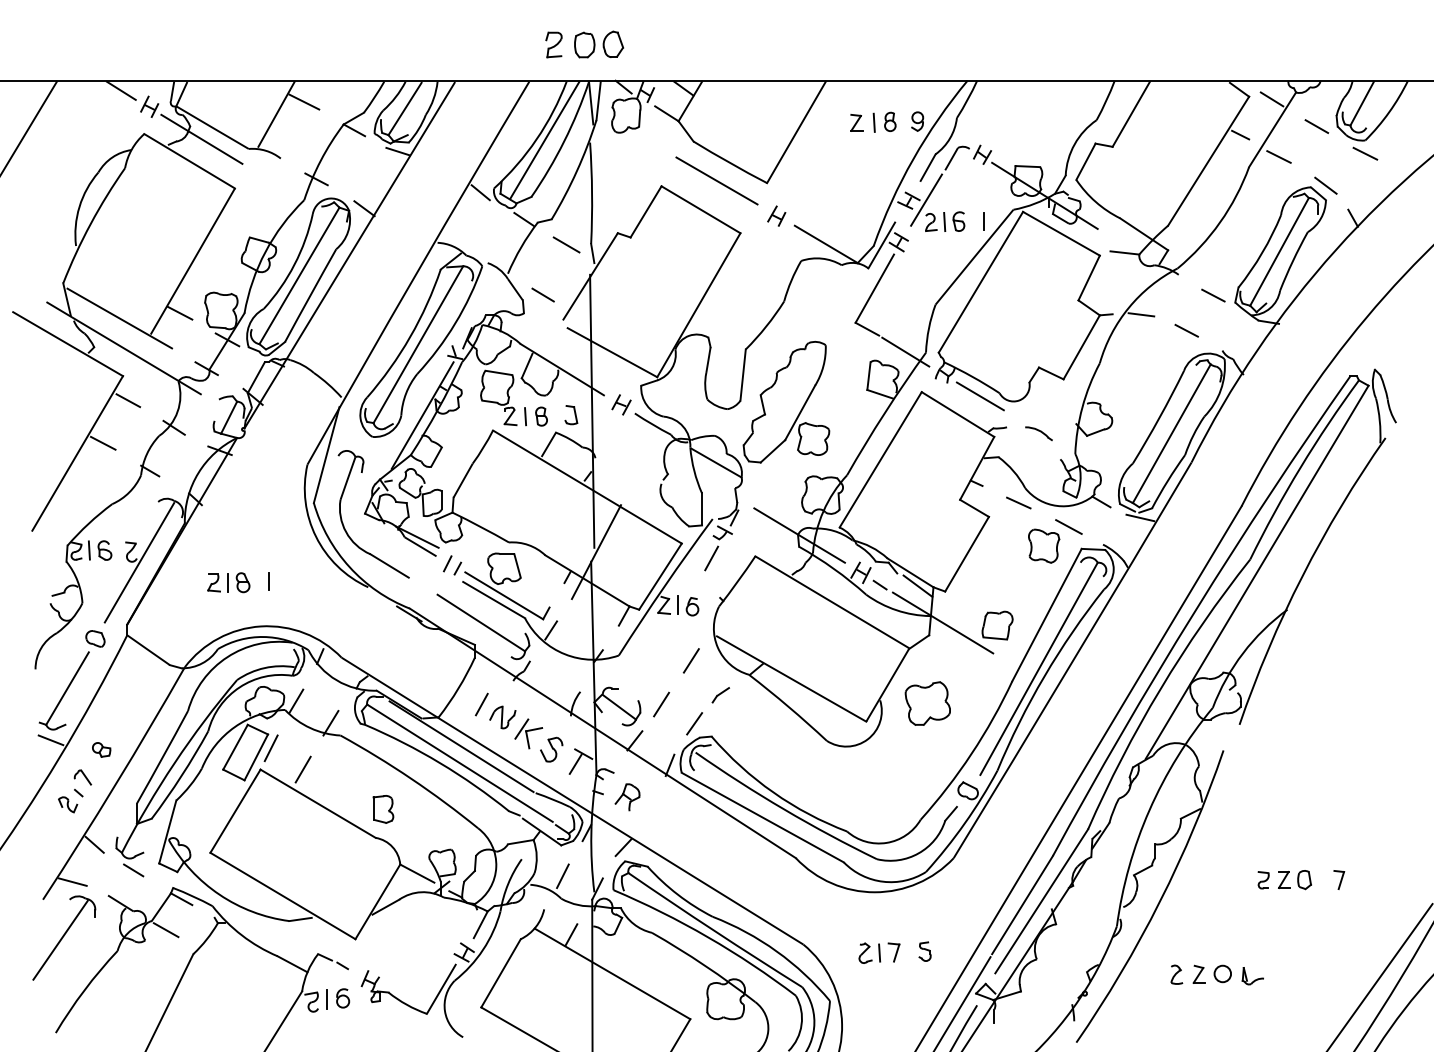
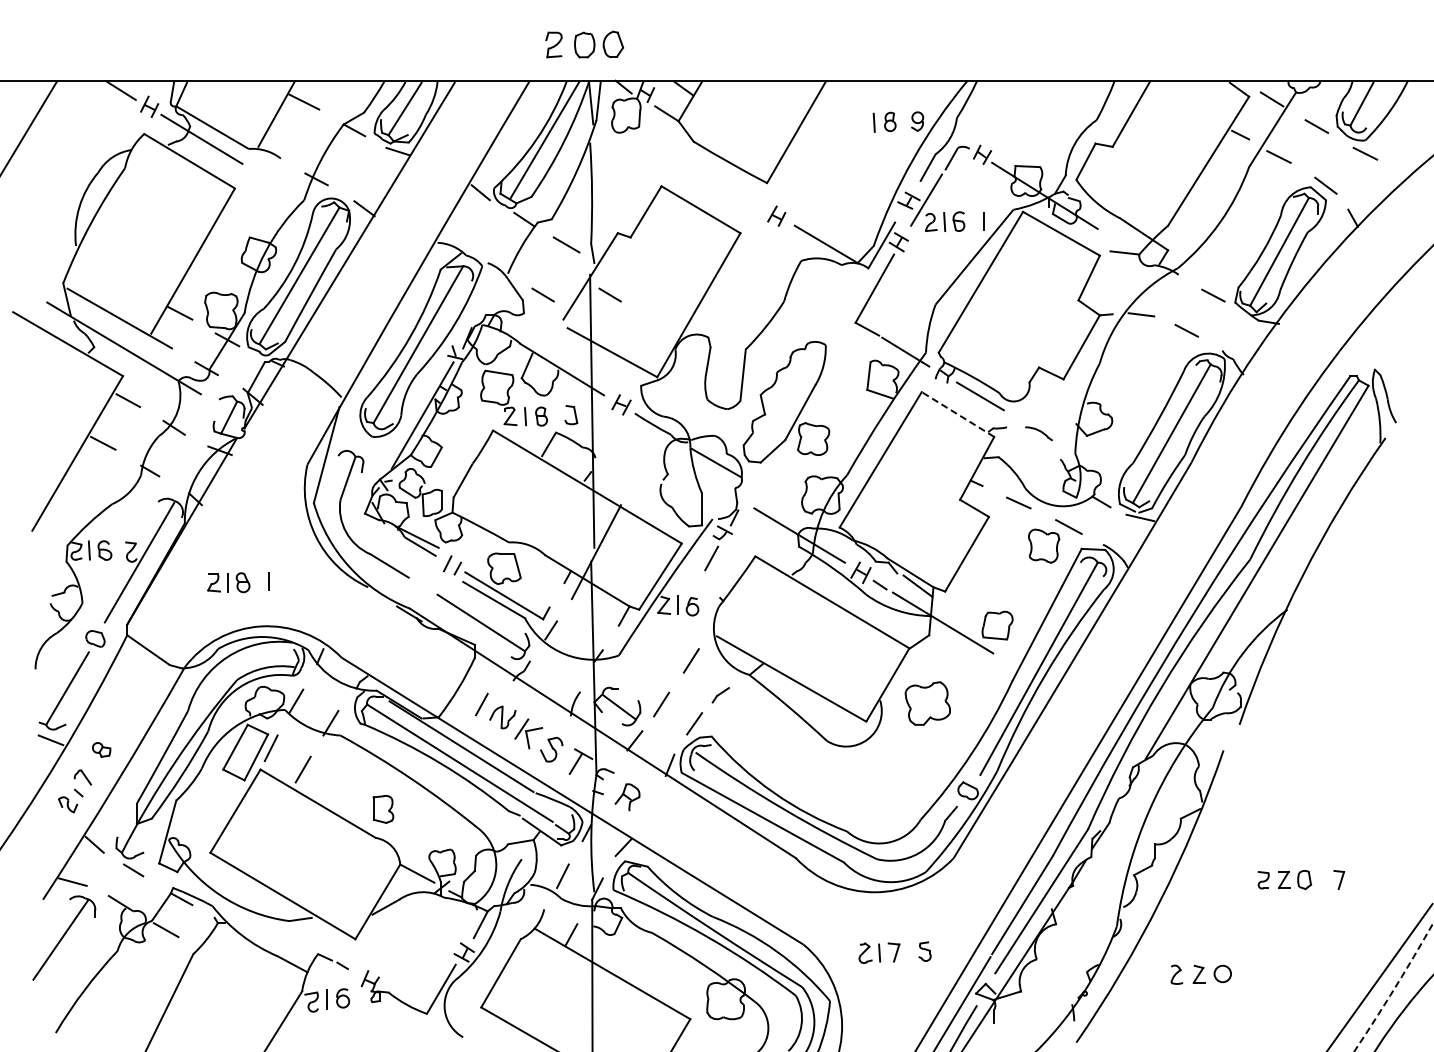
part at (856, 122): present -> none
line at (716, 180): present -> none
line at (609, 294): none -> present
line at (958, 414): solid -> dashed
part at (1252, 976): present -> none
arc at (1395, 987): solid -> dashed
